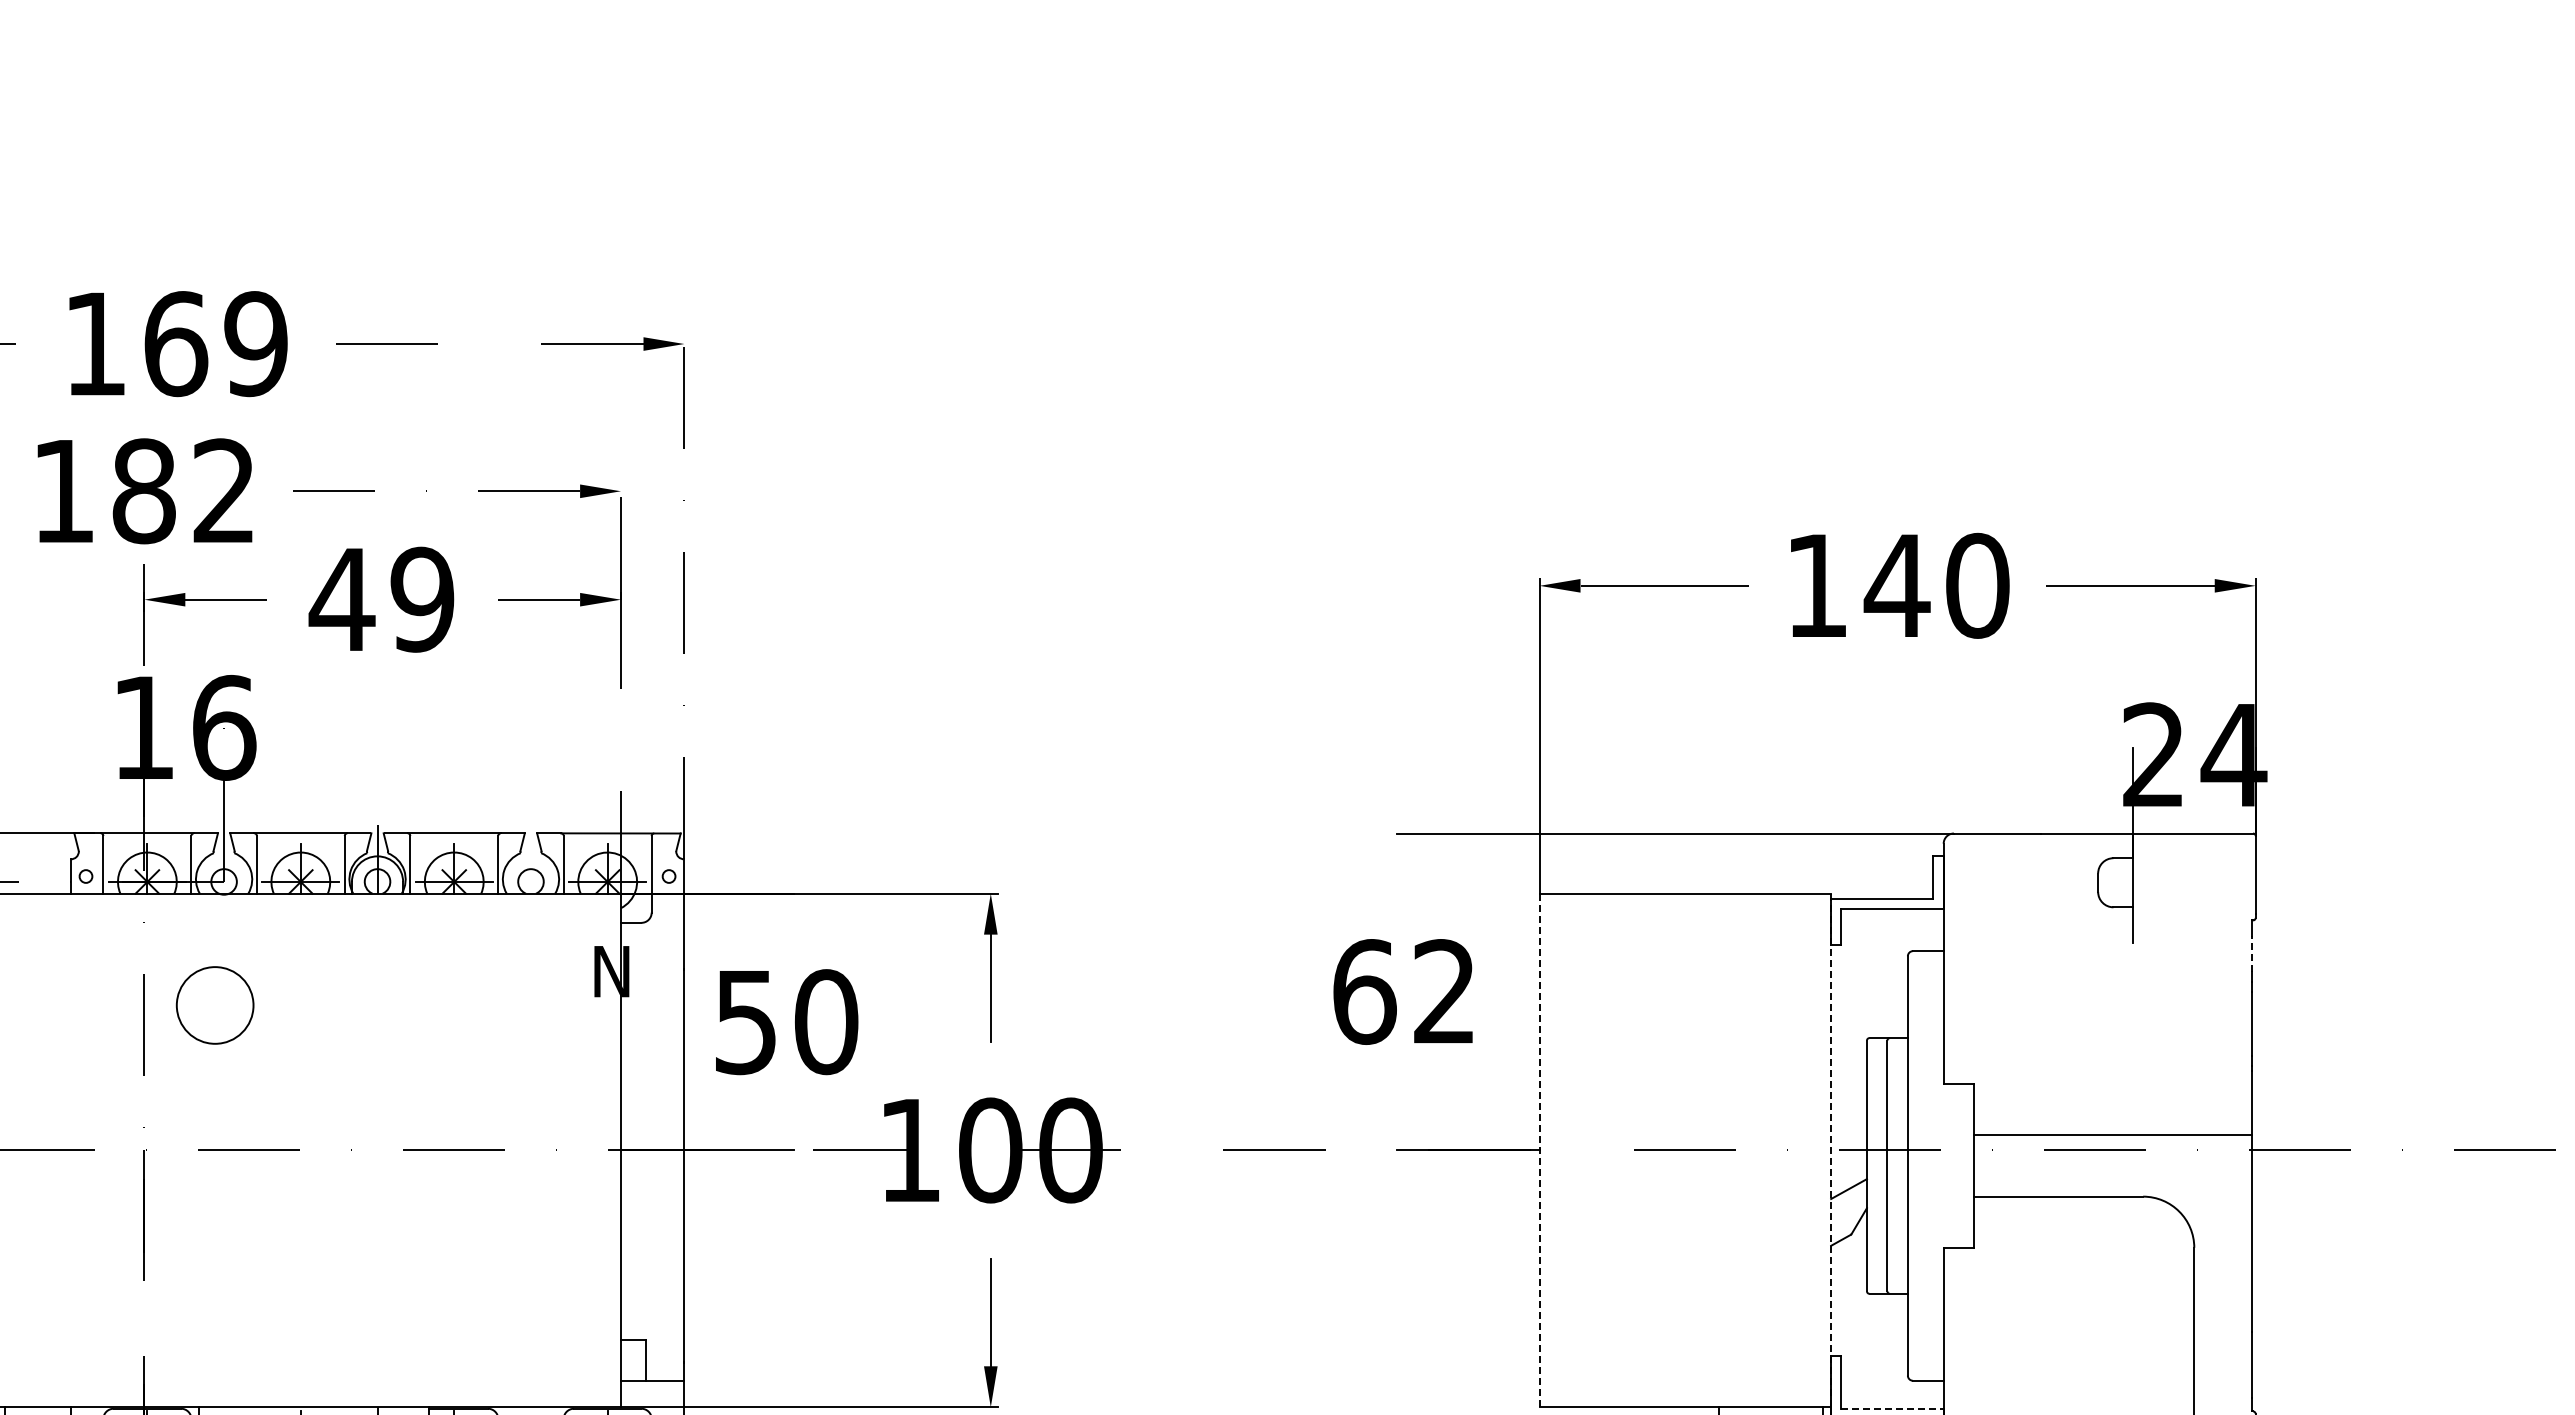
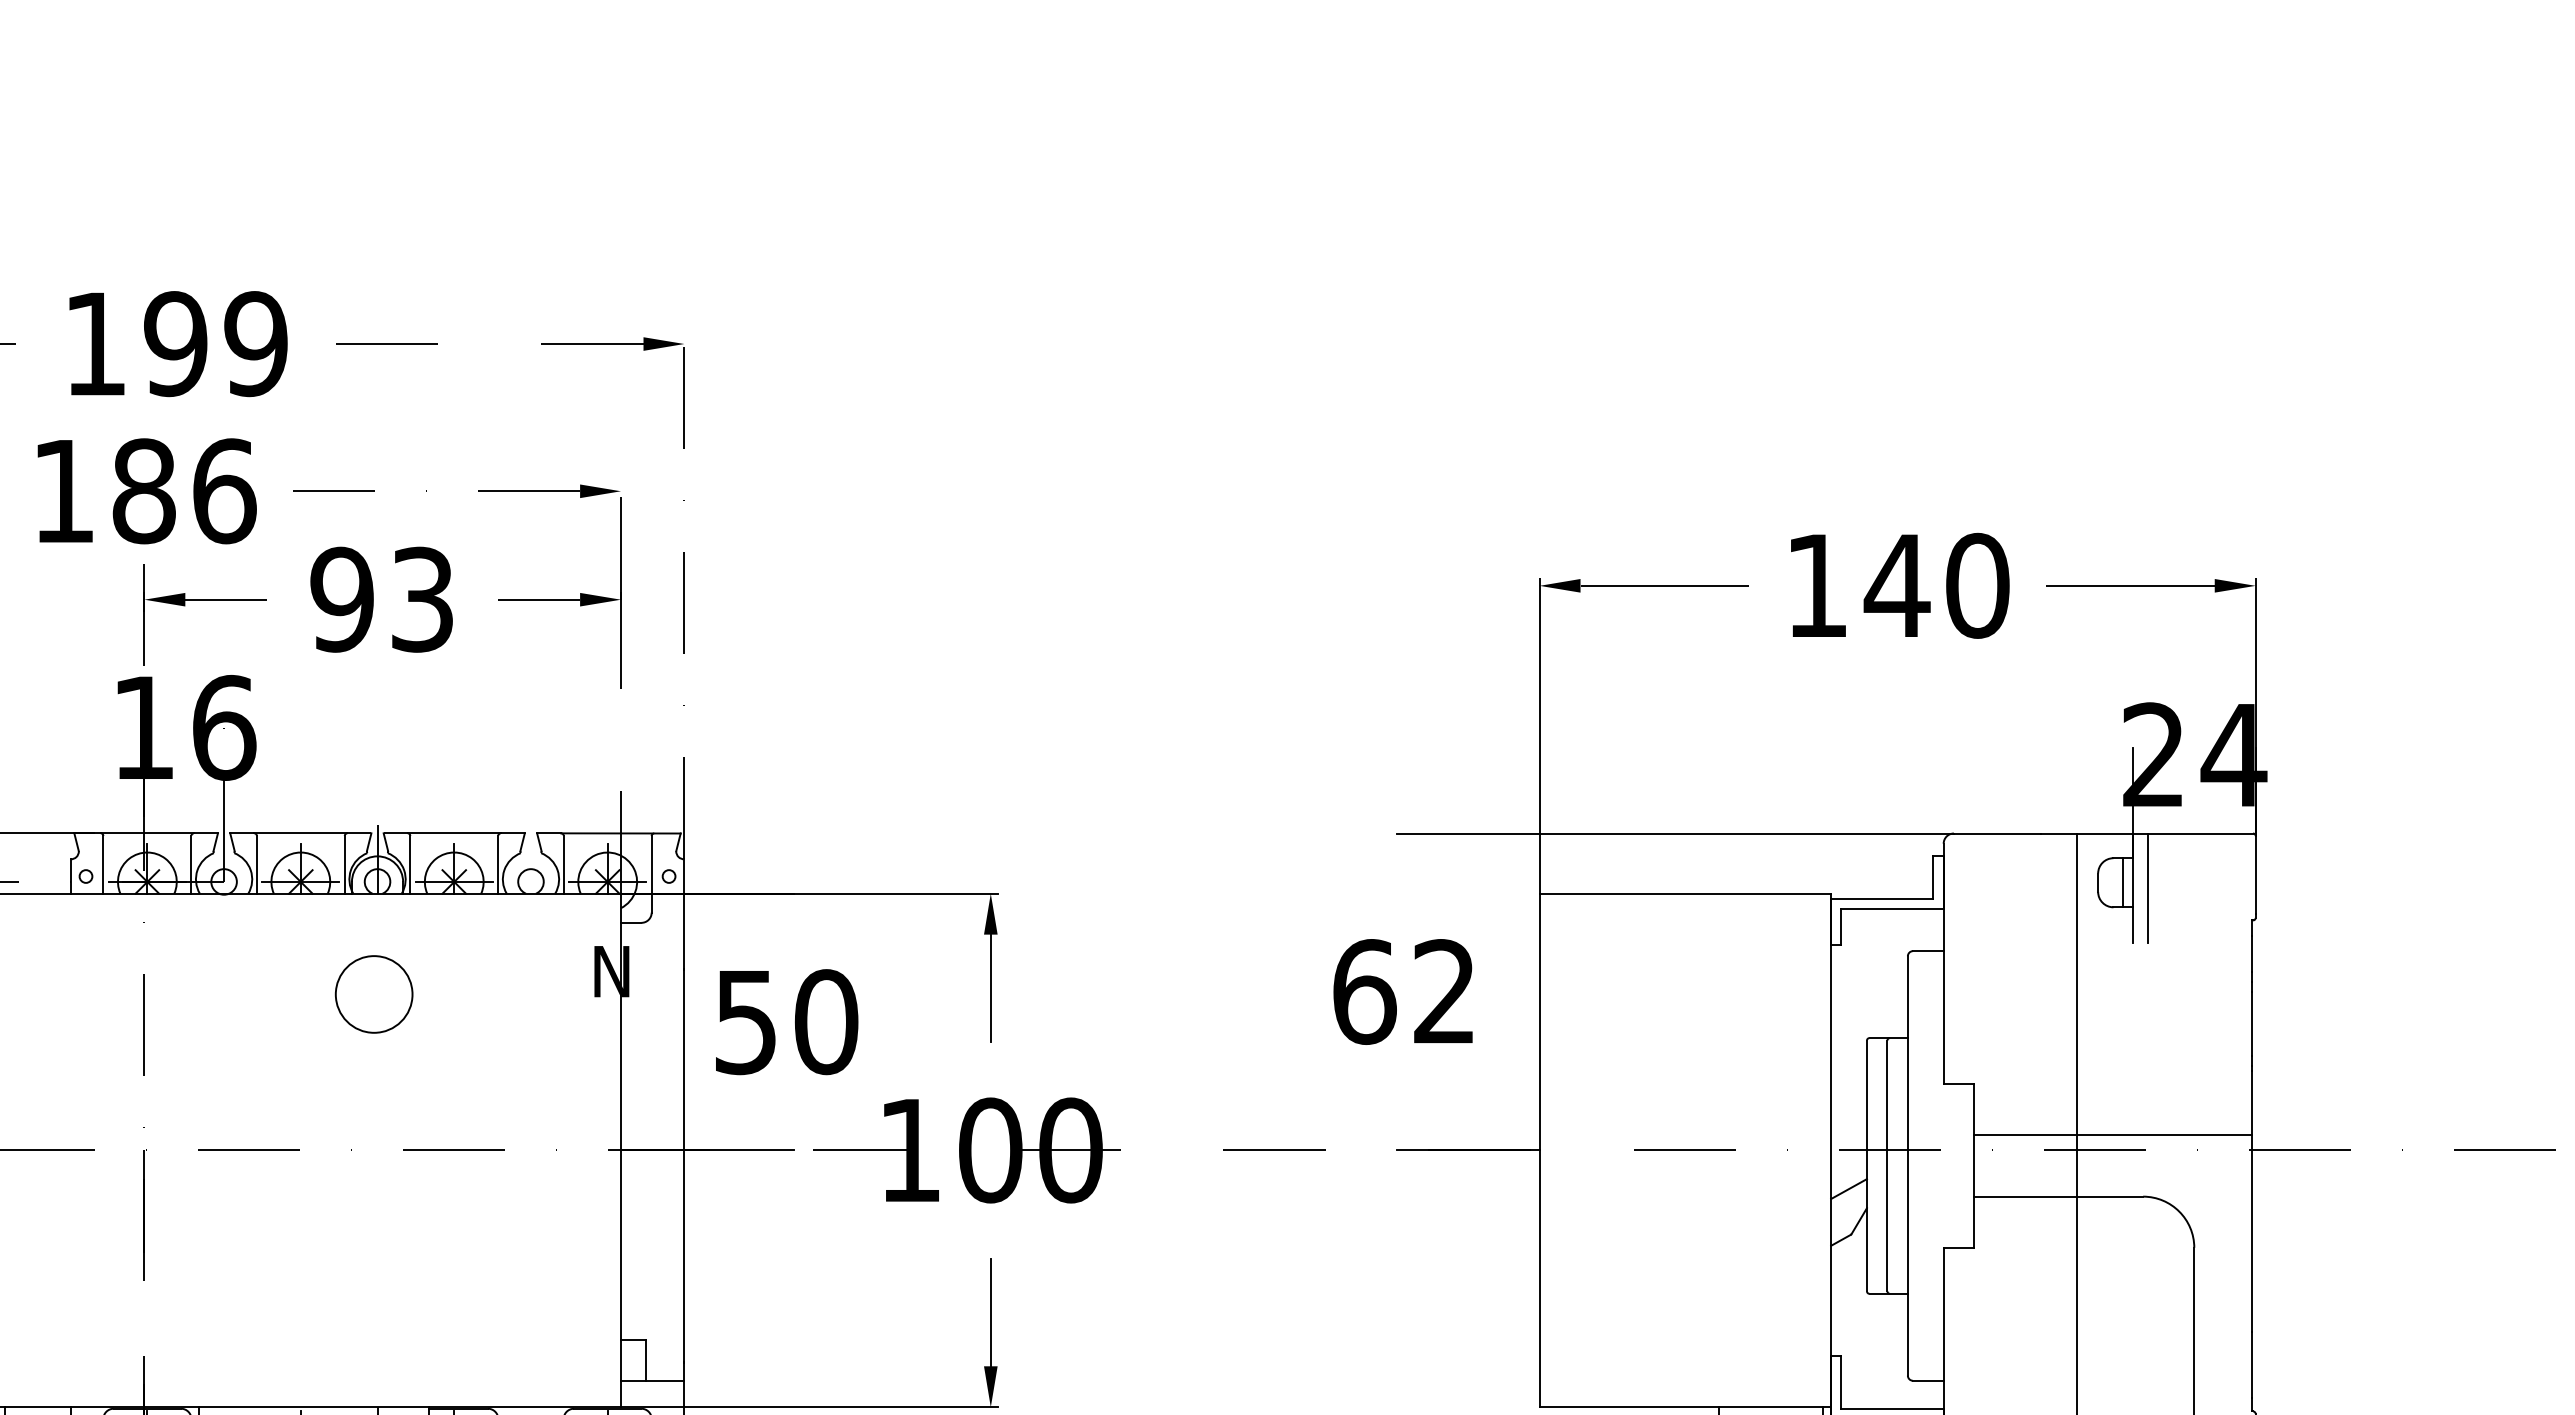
text at (176, 344): 169 -> 199
text at (224, 491): 182 -> 186
text at (381, 599): 49 -> 93
line at (2122, 882): none -> present
line at (2148, 887): none -> present
line at (2252, 953): dashed -> solid
circle at (214, 1005) position: (214, 1005) -> (373, 994)
line at (2076, 1122): none -> present
line at (1539, 1150): dashed -> solid
line at (1831, 1150): dashed -> solid
line at (1893, 1408): dashed -> solid
